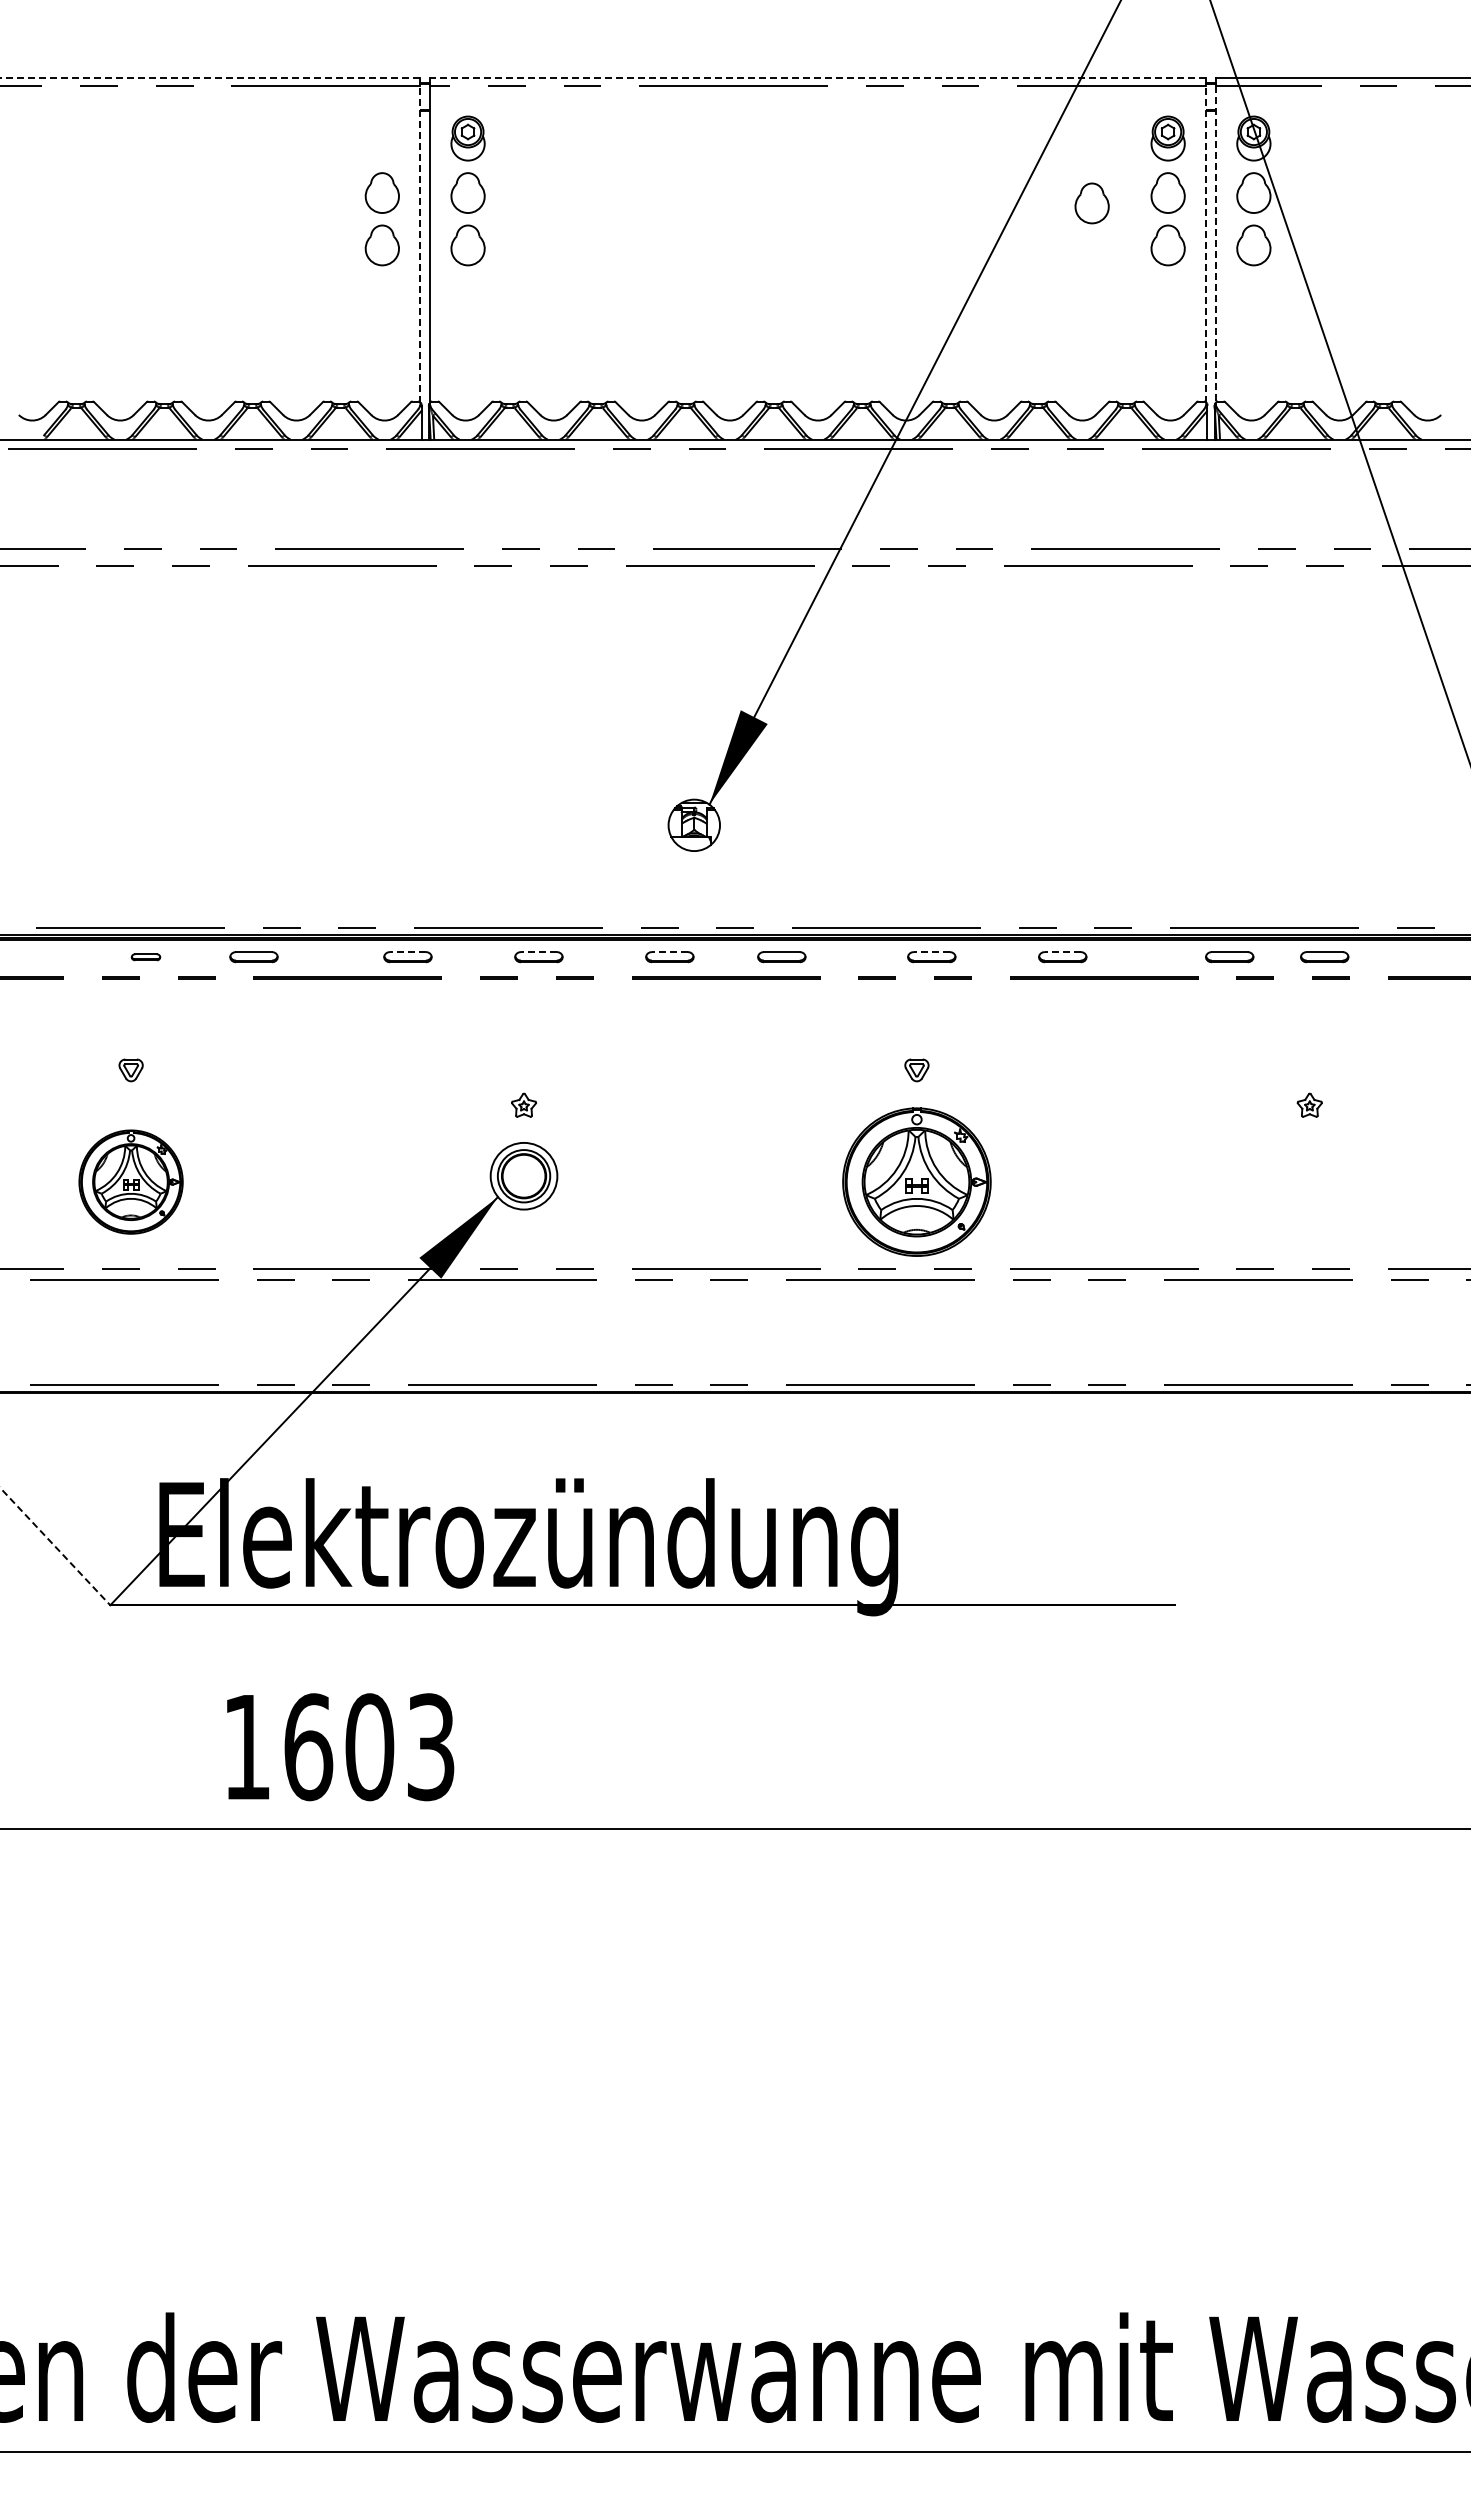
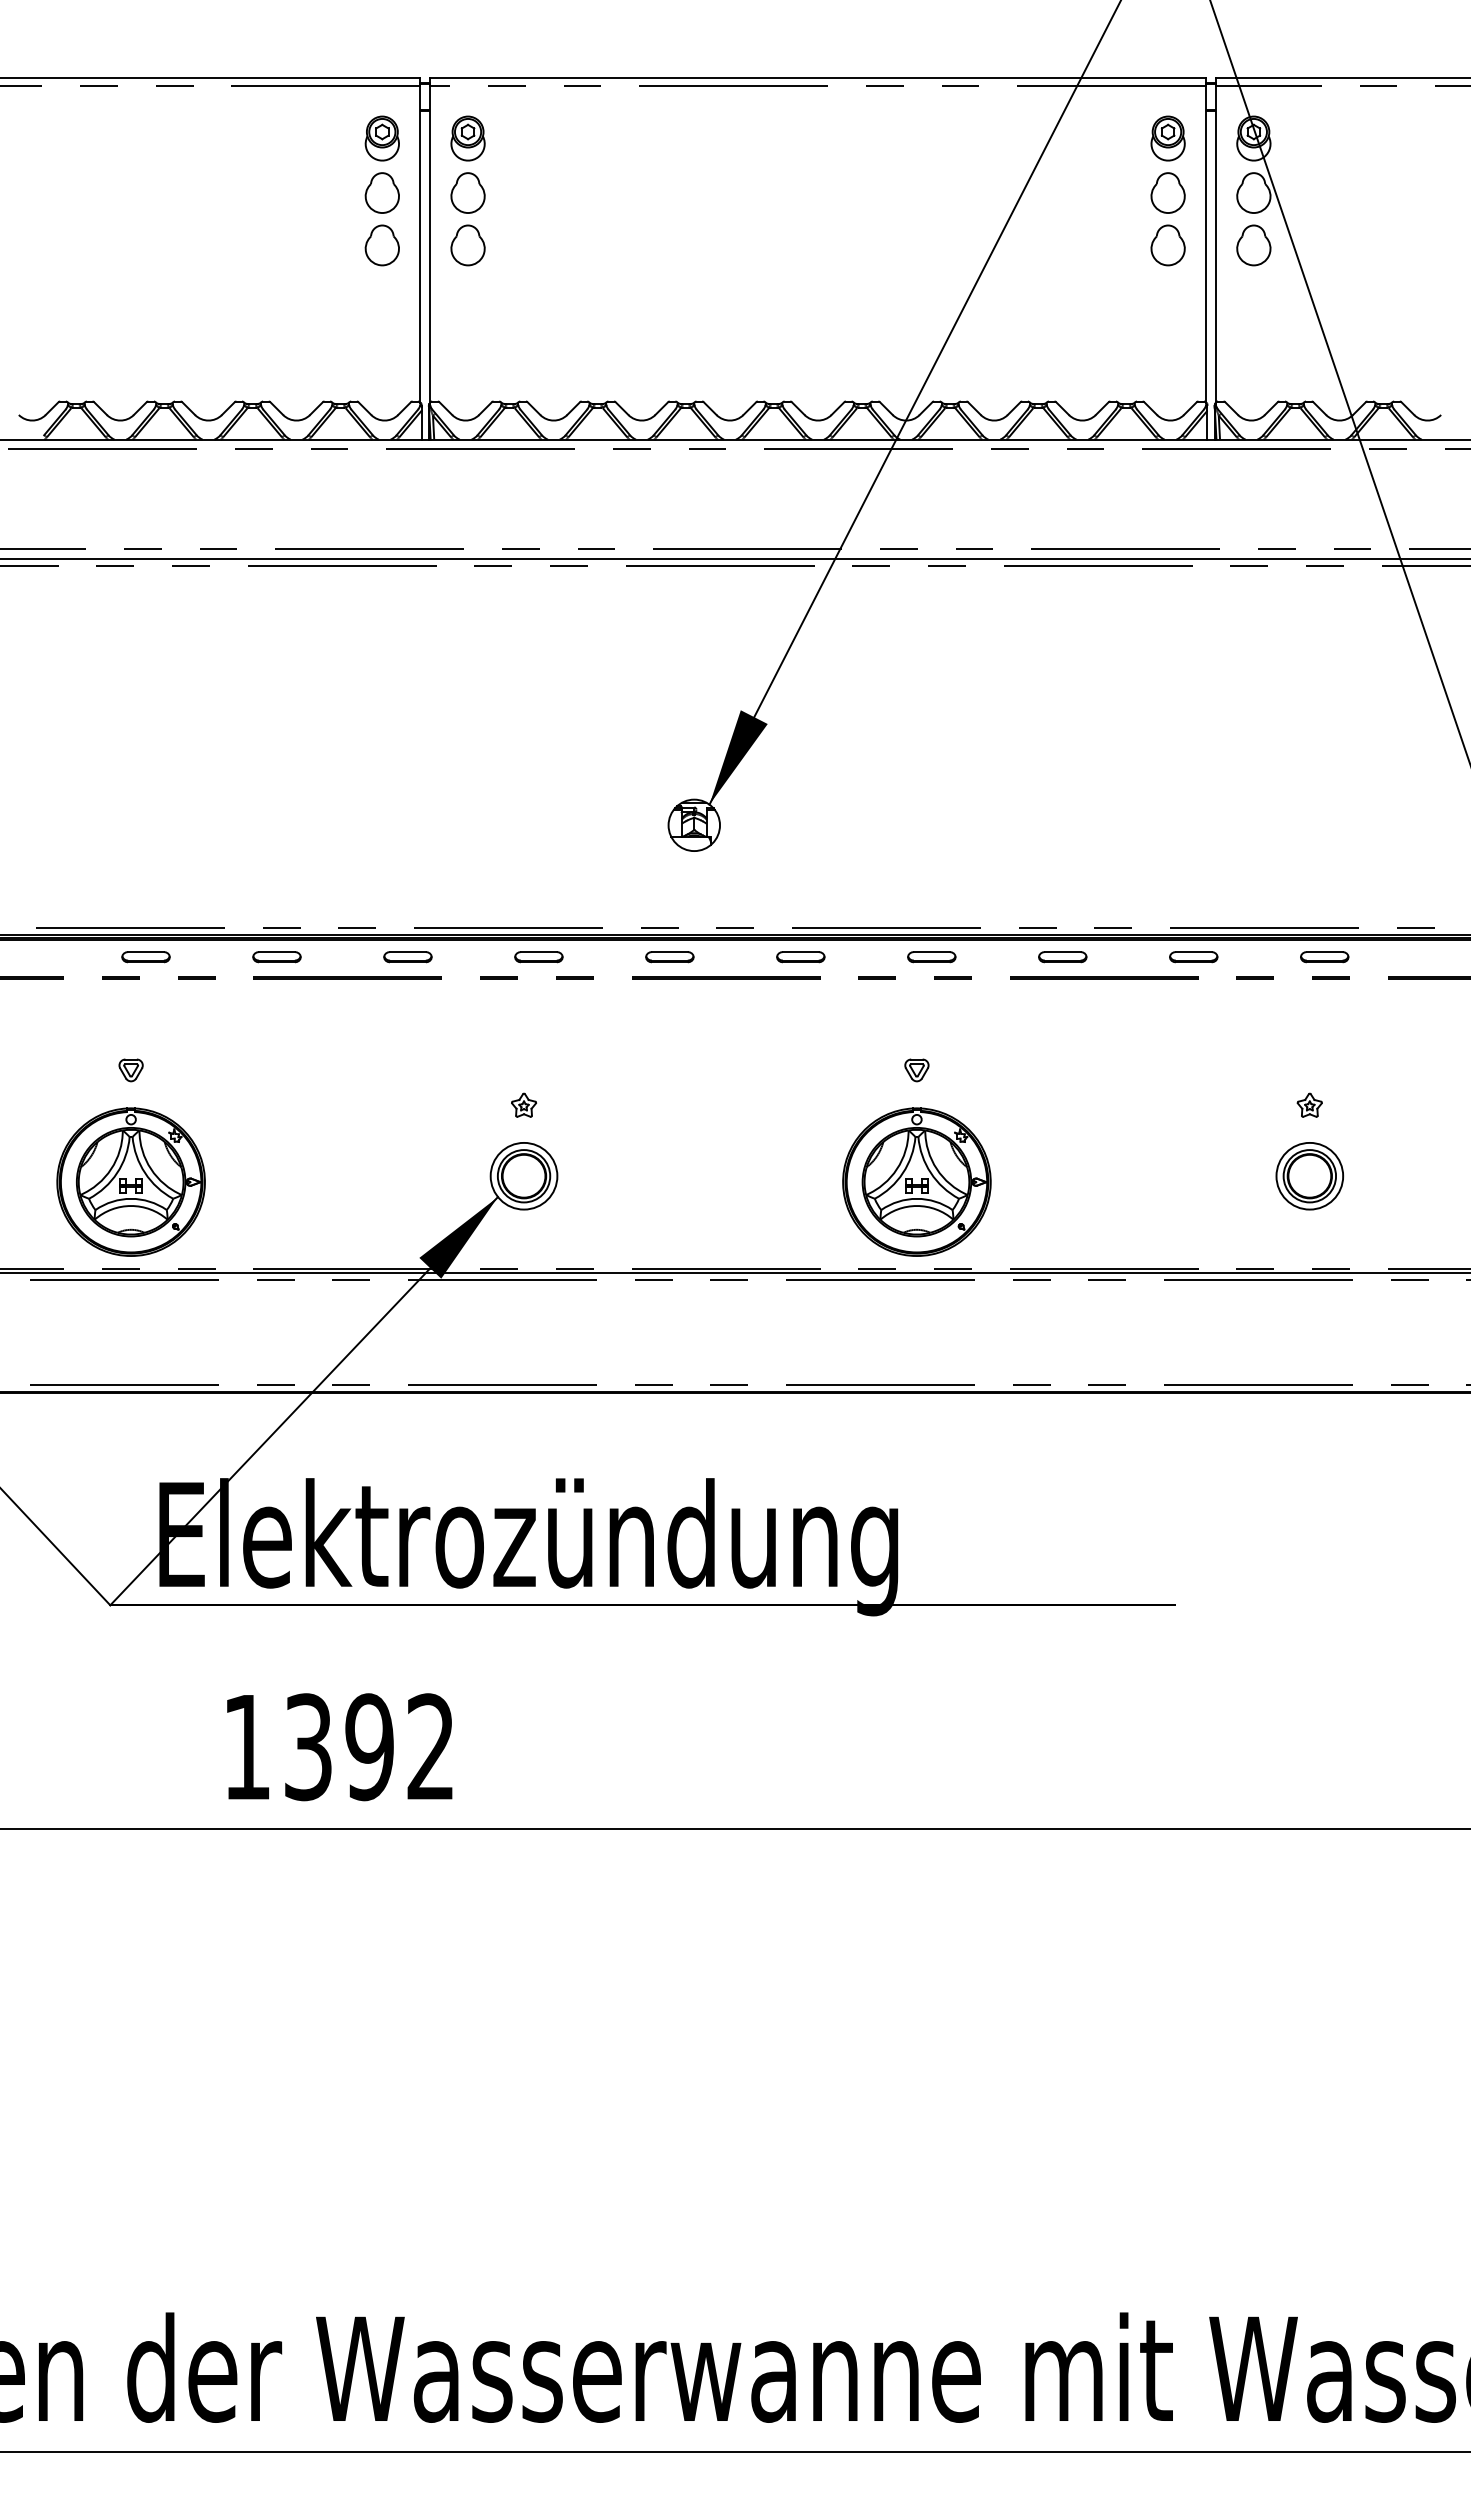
line at (210, 78): dashed -> solid
line at (817, 78): dashed -> solid
part at (381, 138): none -> present
part at (1091, 203): present -> none
line at (420, 244): dashed -> solid
line at (1206, 244): dashed -> solid
line at (1215, 244): dashed -> solid
line at (734, 558): none -> present
line at (407, 952): dashed -> solid
line at (538, 952): dashed -> solid
line at (669, 952): dashed -> solid
line at (931, 952): dashed -> solid
line at (1062, 952): dashed -> solid
part at (145, 957) size: 32x9 px -> 50x13 px
part at (253, 957) position: (253, 957) -> (276, 957)
part at (781, 957) position: (781, 957) -> (800, 957)
part at (1229, 957) position: (1229, 957) -> (1193, 957)
part at (1309, 1176): none -> present
part at (130, 1181) size: 106x106 px -> 150x150 px
line at (734, 1273): none -> present
line at (55, 1547): dashed -> solid
text at (369, 1747): 1603 -> 1392
